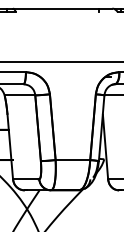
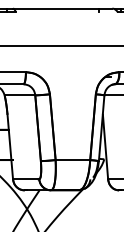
line at (61, 62) position: (61, 62) -> (61, 46)
